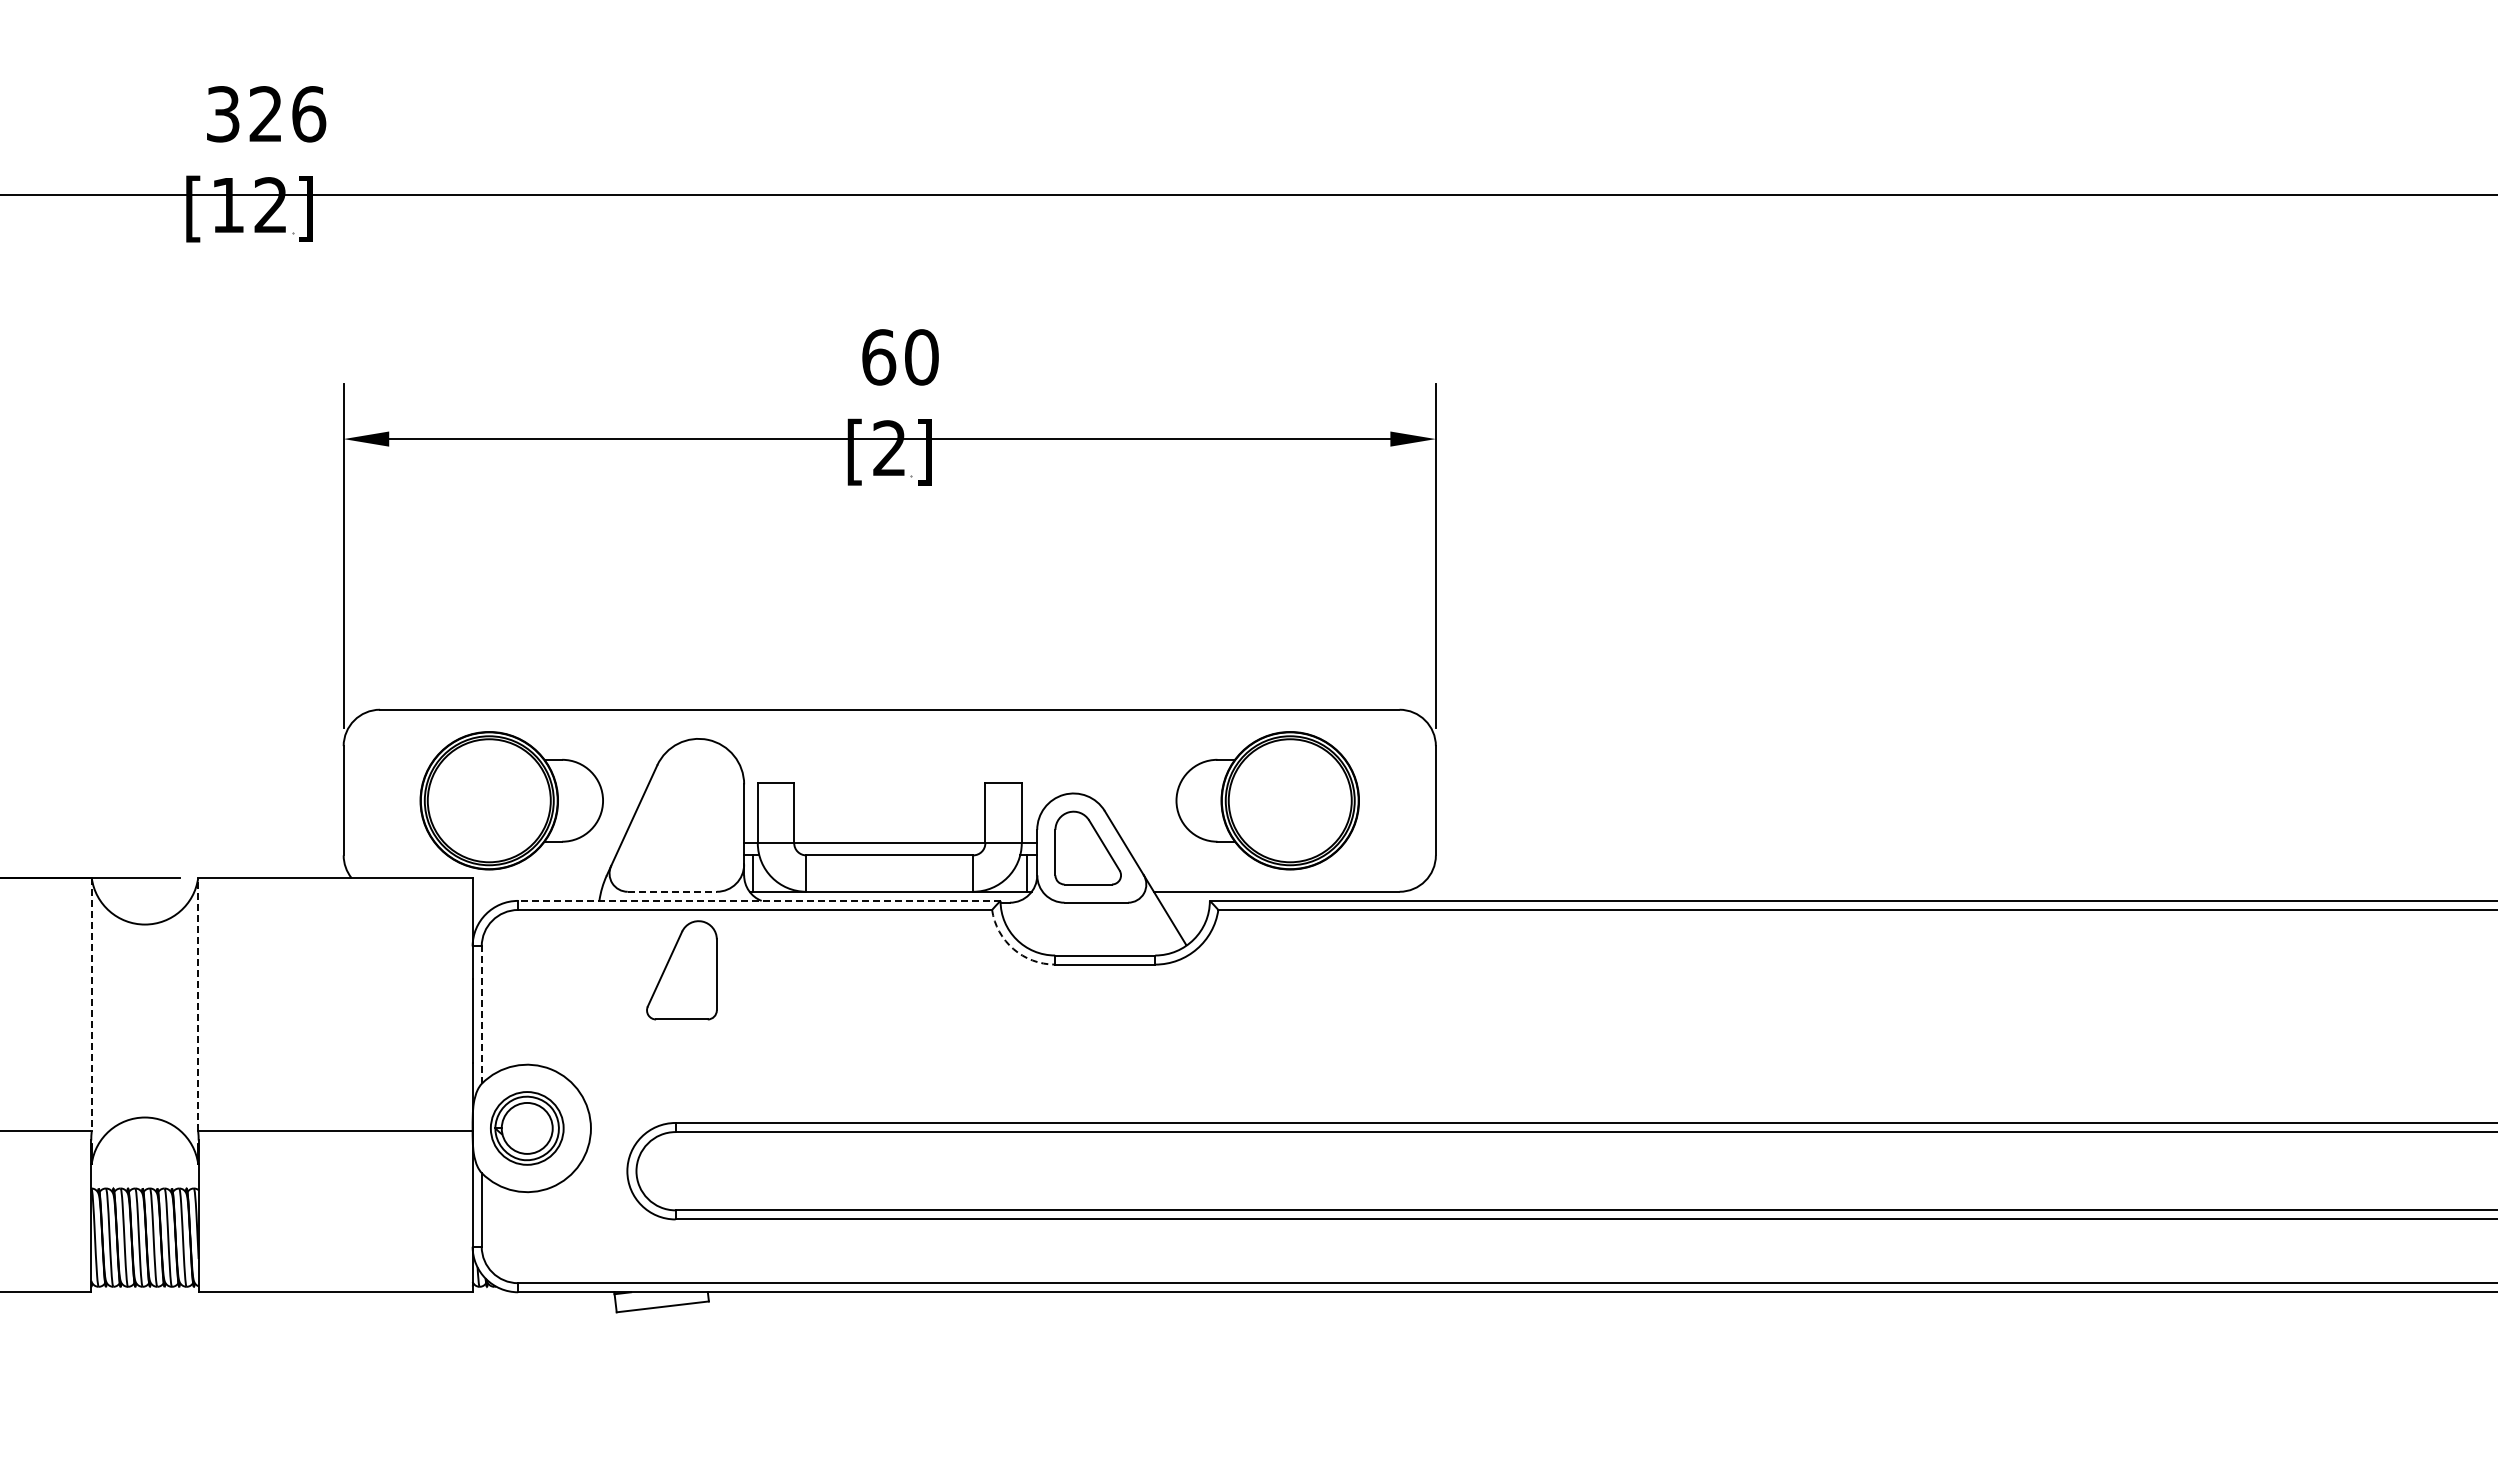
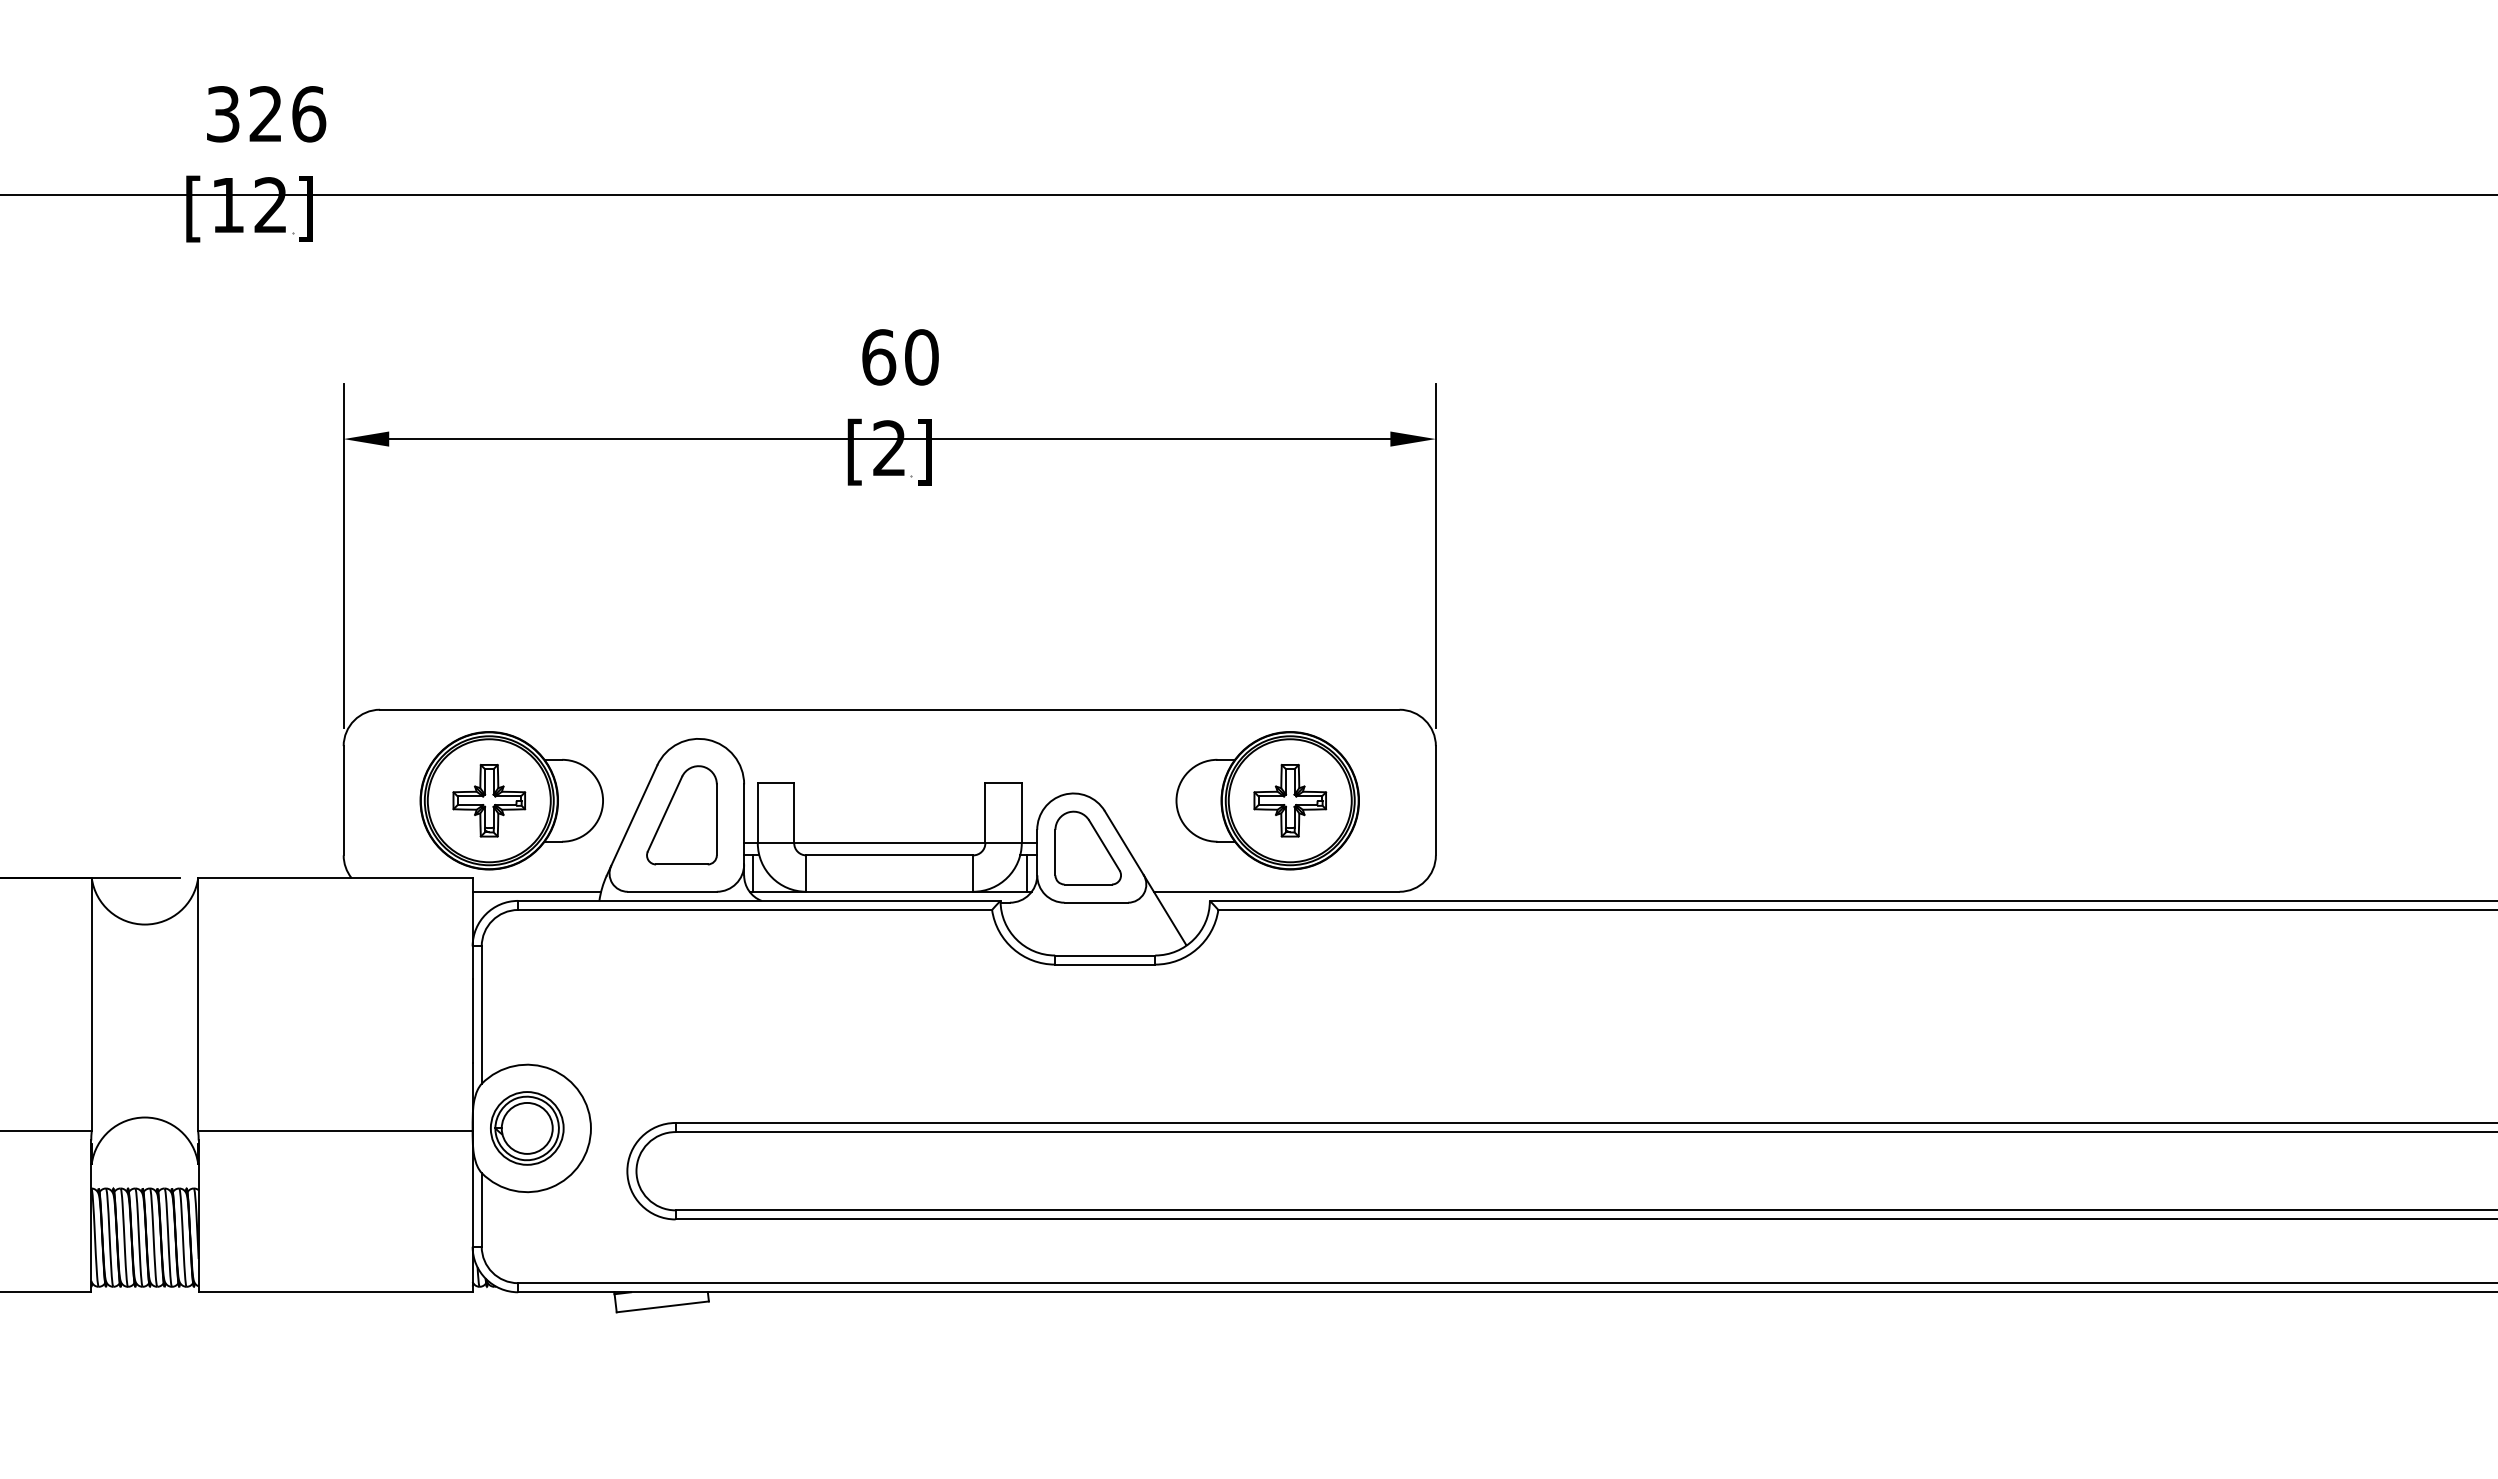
part at (489, 800): none -> present
part at (1290, 800): none -> present
line at (536, 891): none -> present
line at (672, 891): dashed -> solid
line at (758, 900): dashed -> solid
arc at (1013, 949): dashed -> solid
part at (681, 970) position: (681, 970) -> (681, 815)
line at (91, 1004): dashed -> solid
line at (198, 1004): dashed -> solid
line at (481, 1015): dashed -> solid
